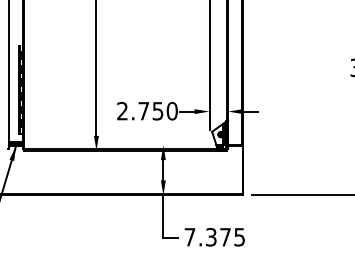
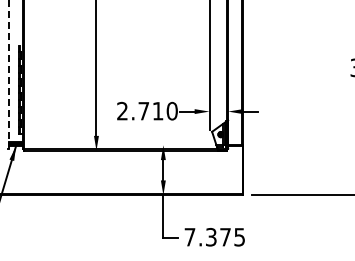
line at (9, 75): solid -> dashed
text at (157, 111): 2.750 -> 2.710
